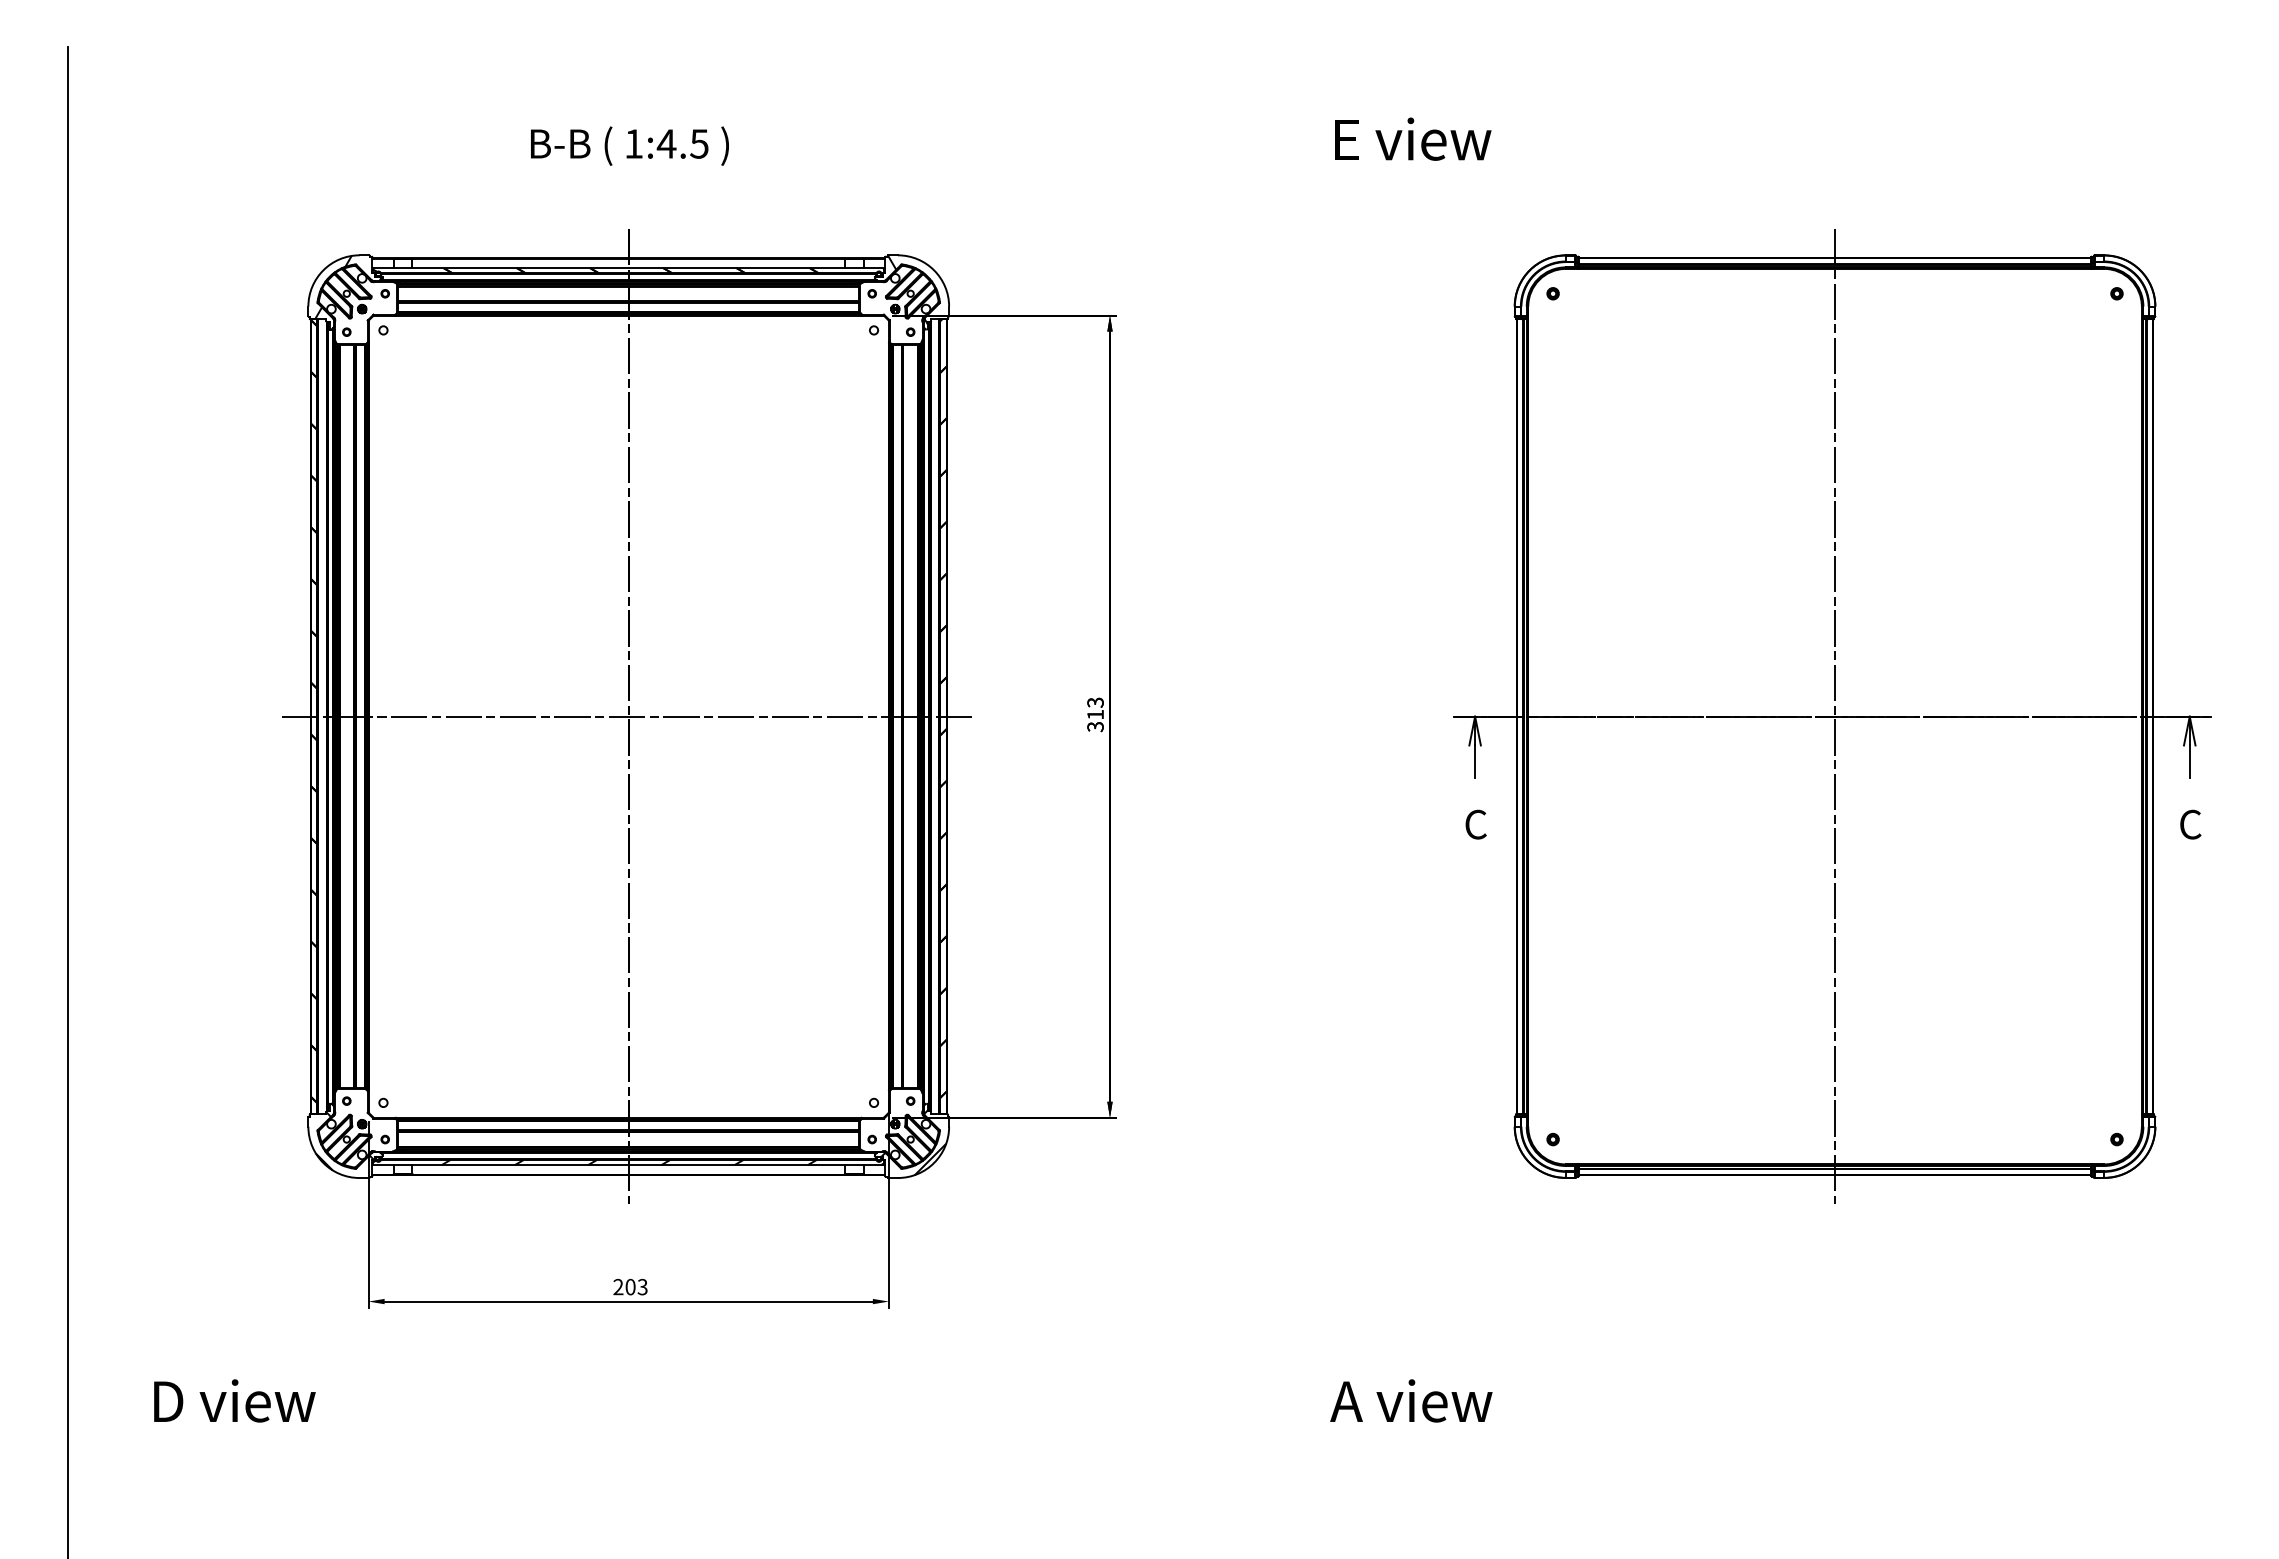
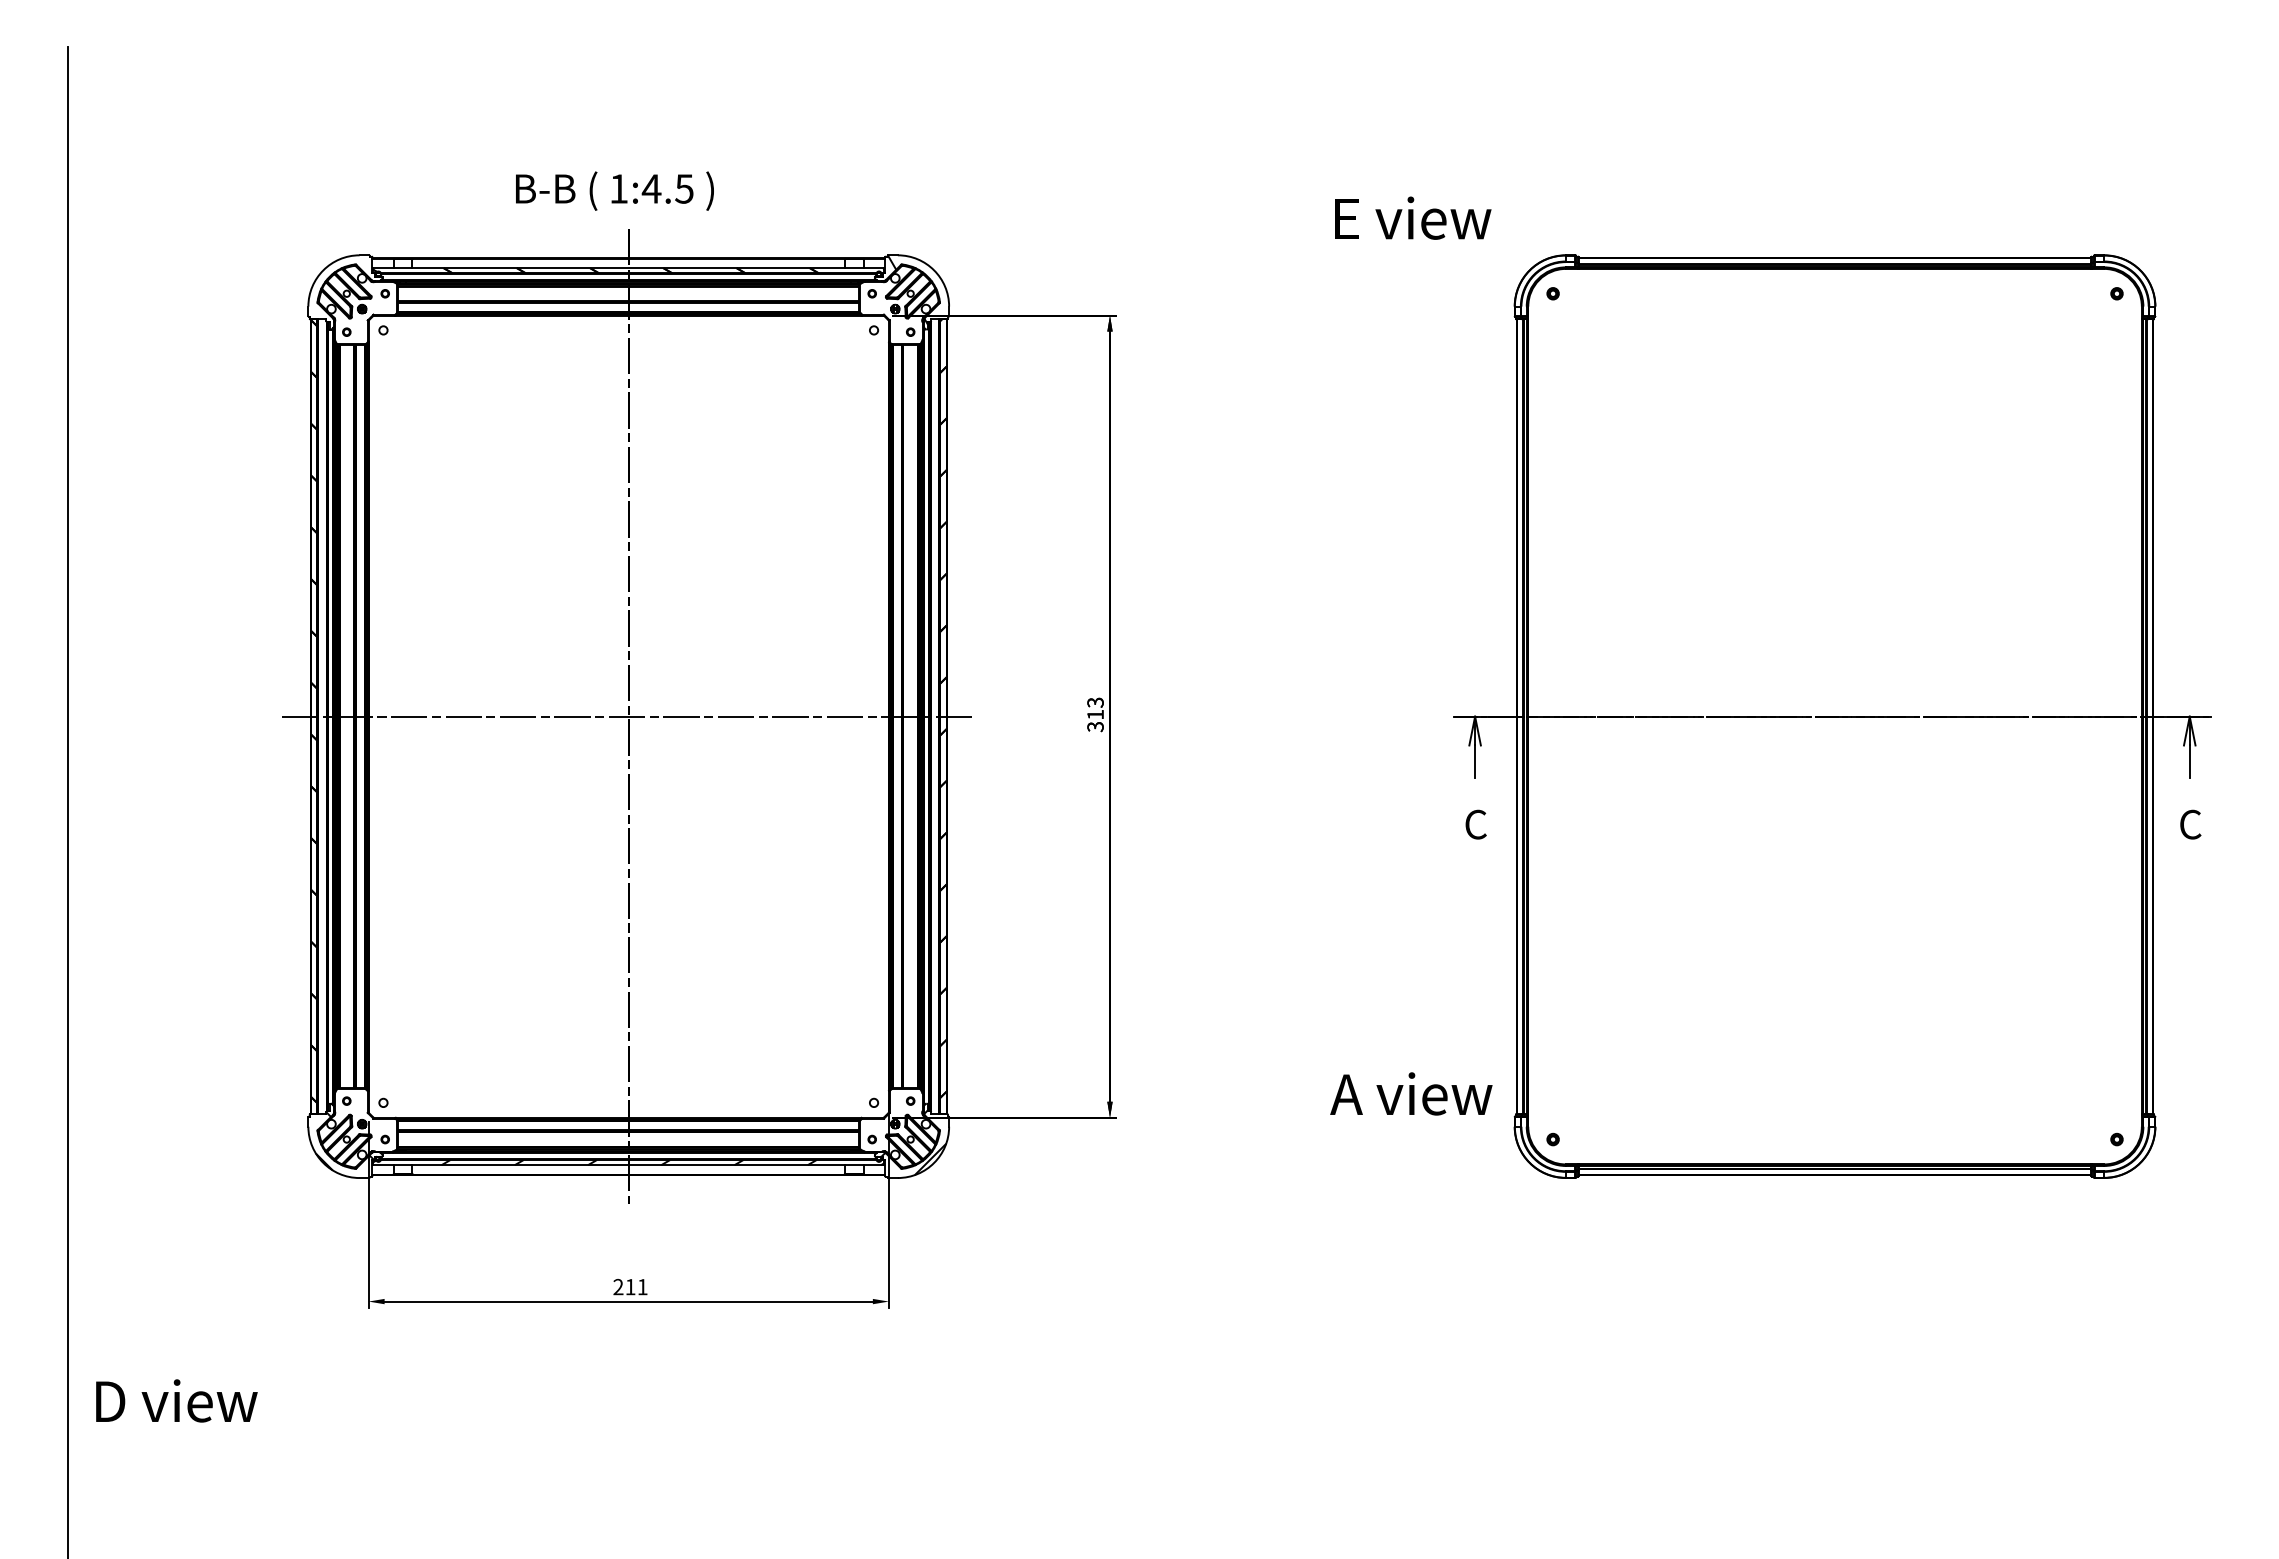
text at (1413, 138) position: (1413, 138) -> (1413, 217)
text at (629, 145) position: (629, 145) -> (614, 190)
hatch at (348, 287): present -> none
line at (1835, 716): present -> none
text at (636, 1286): 203 -> 211
text at (234, 1400) position: (234, 1400) -> (176, 1400)
text at (1411, 1400) position: (1411, 1400) -> (1411, 1093)
